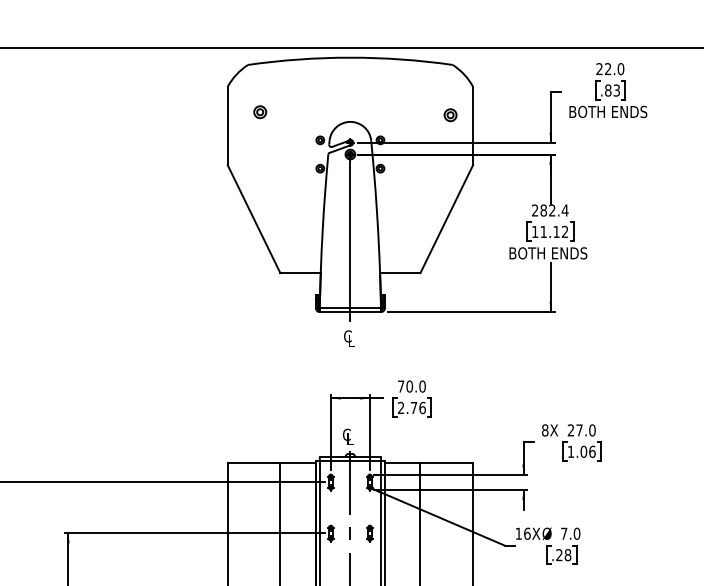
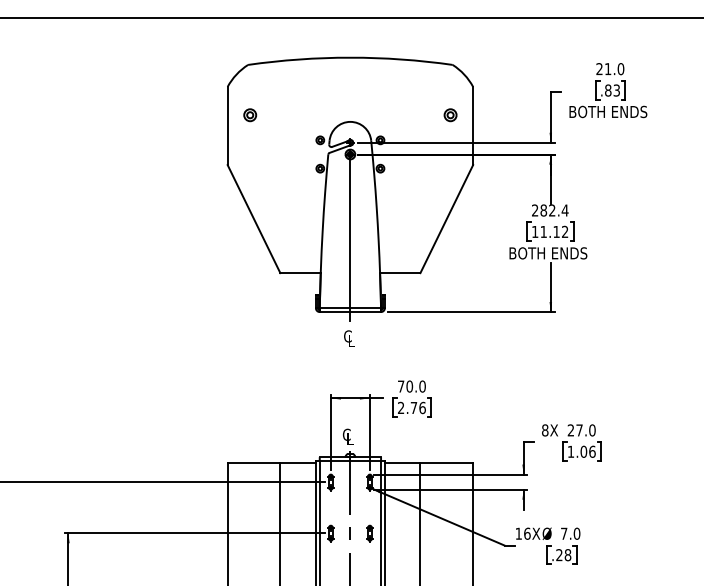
line at (351, 47) position: (351, 47) -> (351, 17)
text at (607, 68): 22.0 -> 21.0
part at (260, 112) position: (260, 112) -> (250, 115)
